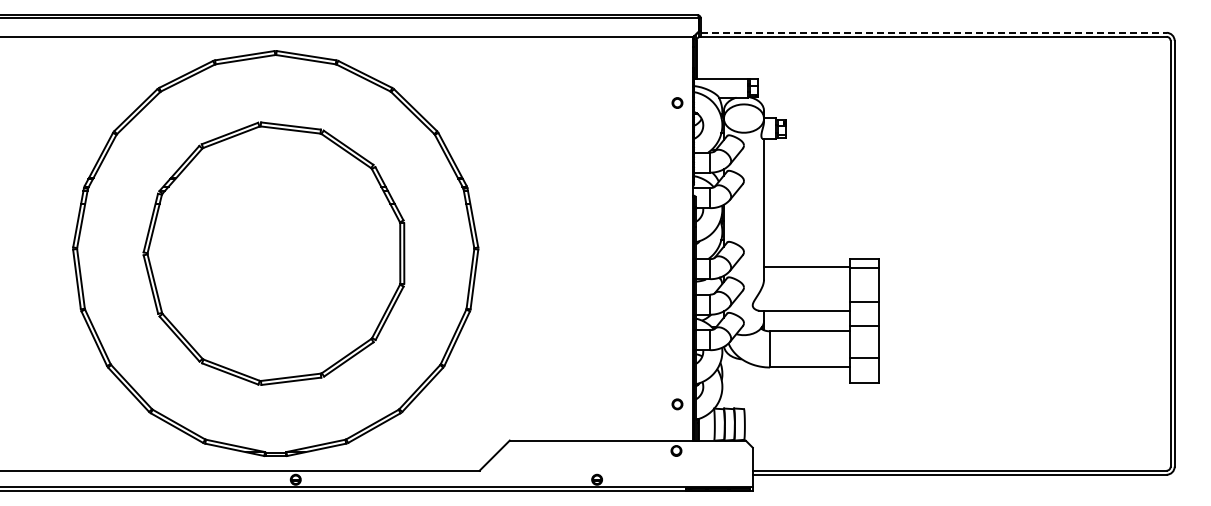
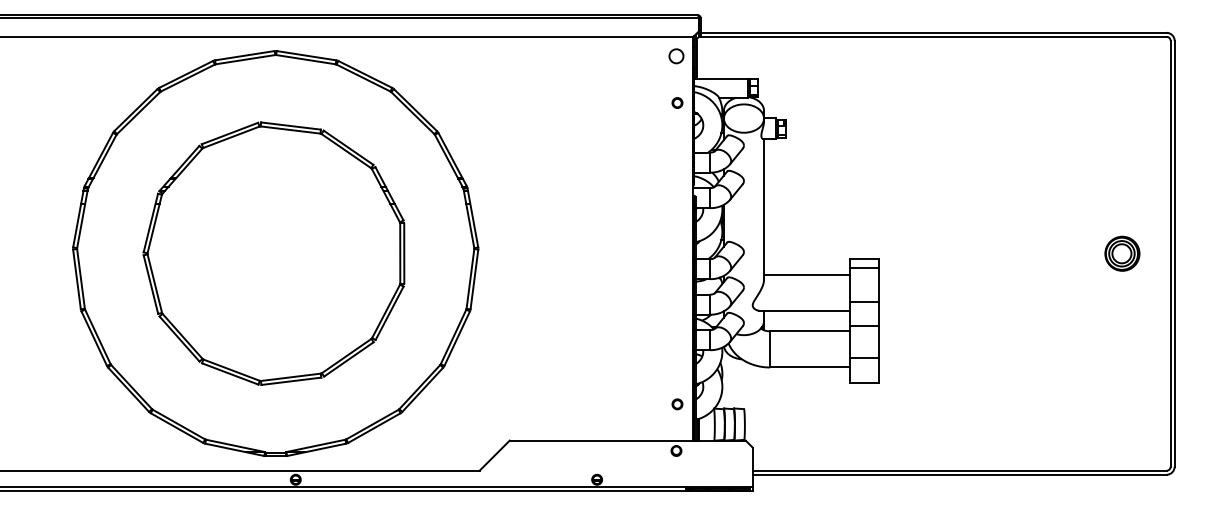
line at (933, 32): dashed -> solid
circle at (676, 56): none -> present
part at (1122, 253): none -> present
line at (807, 266) position: (807, 266) -> (807, 274)
